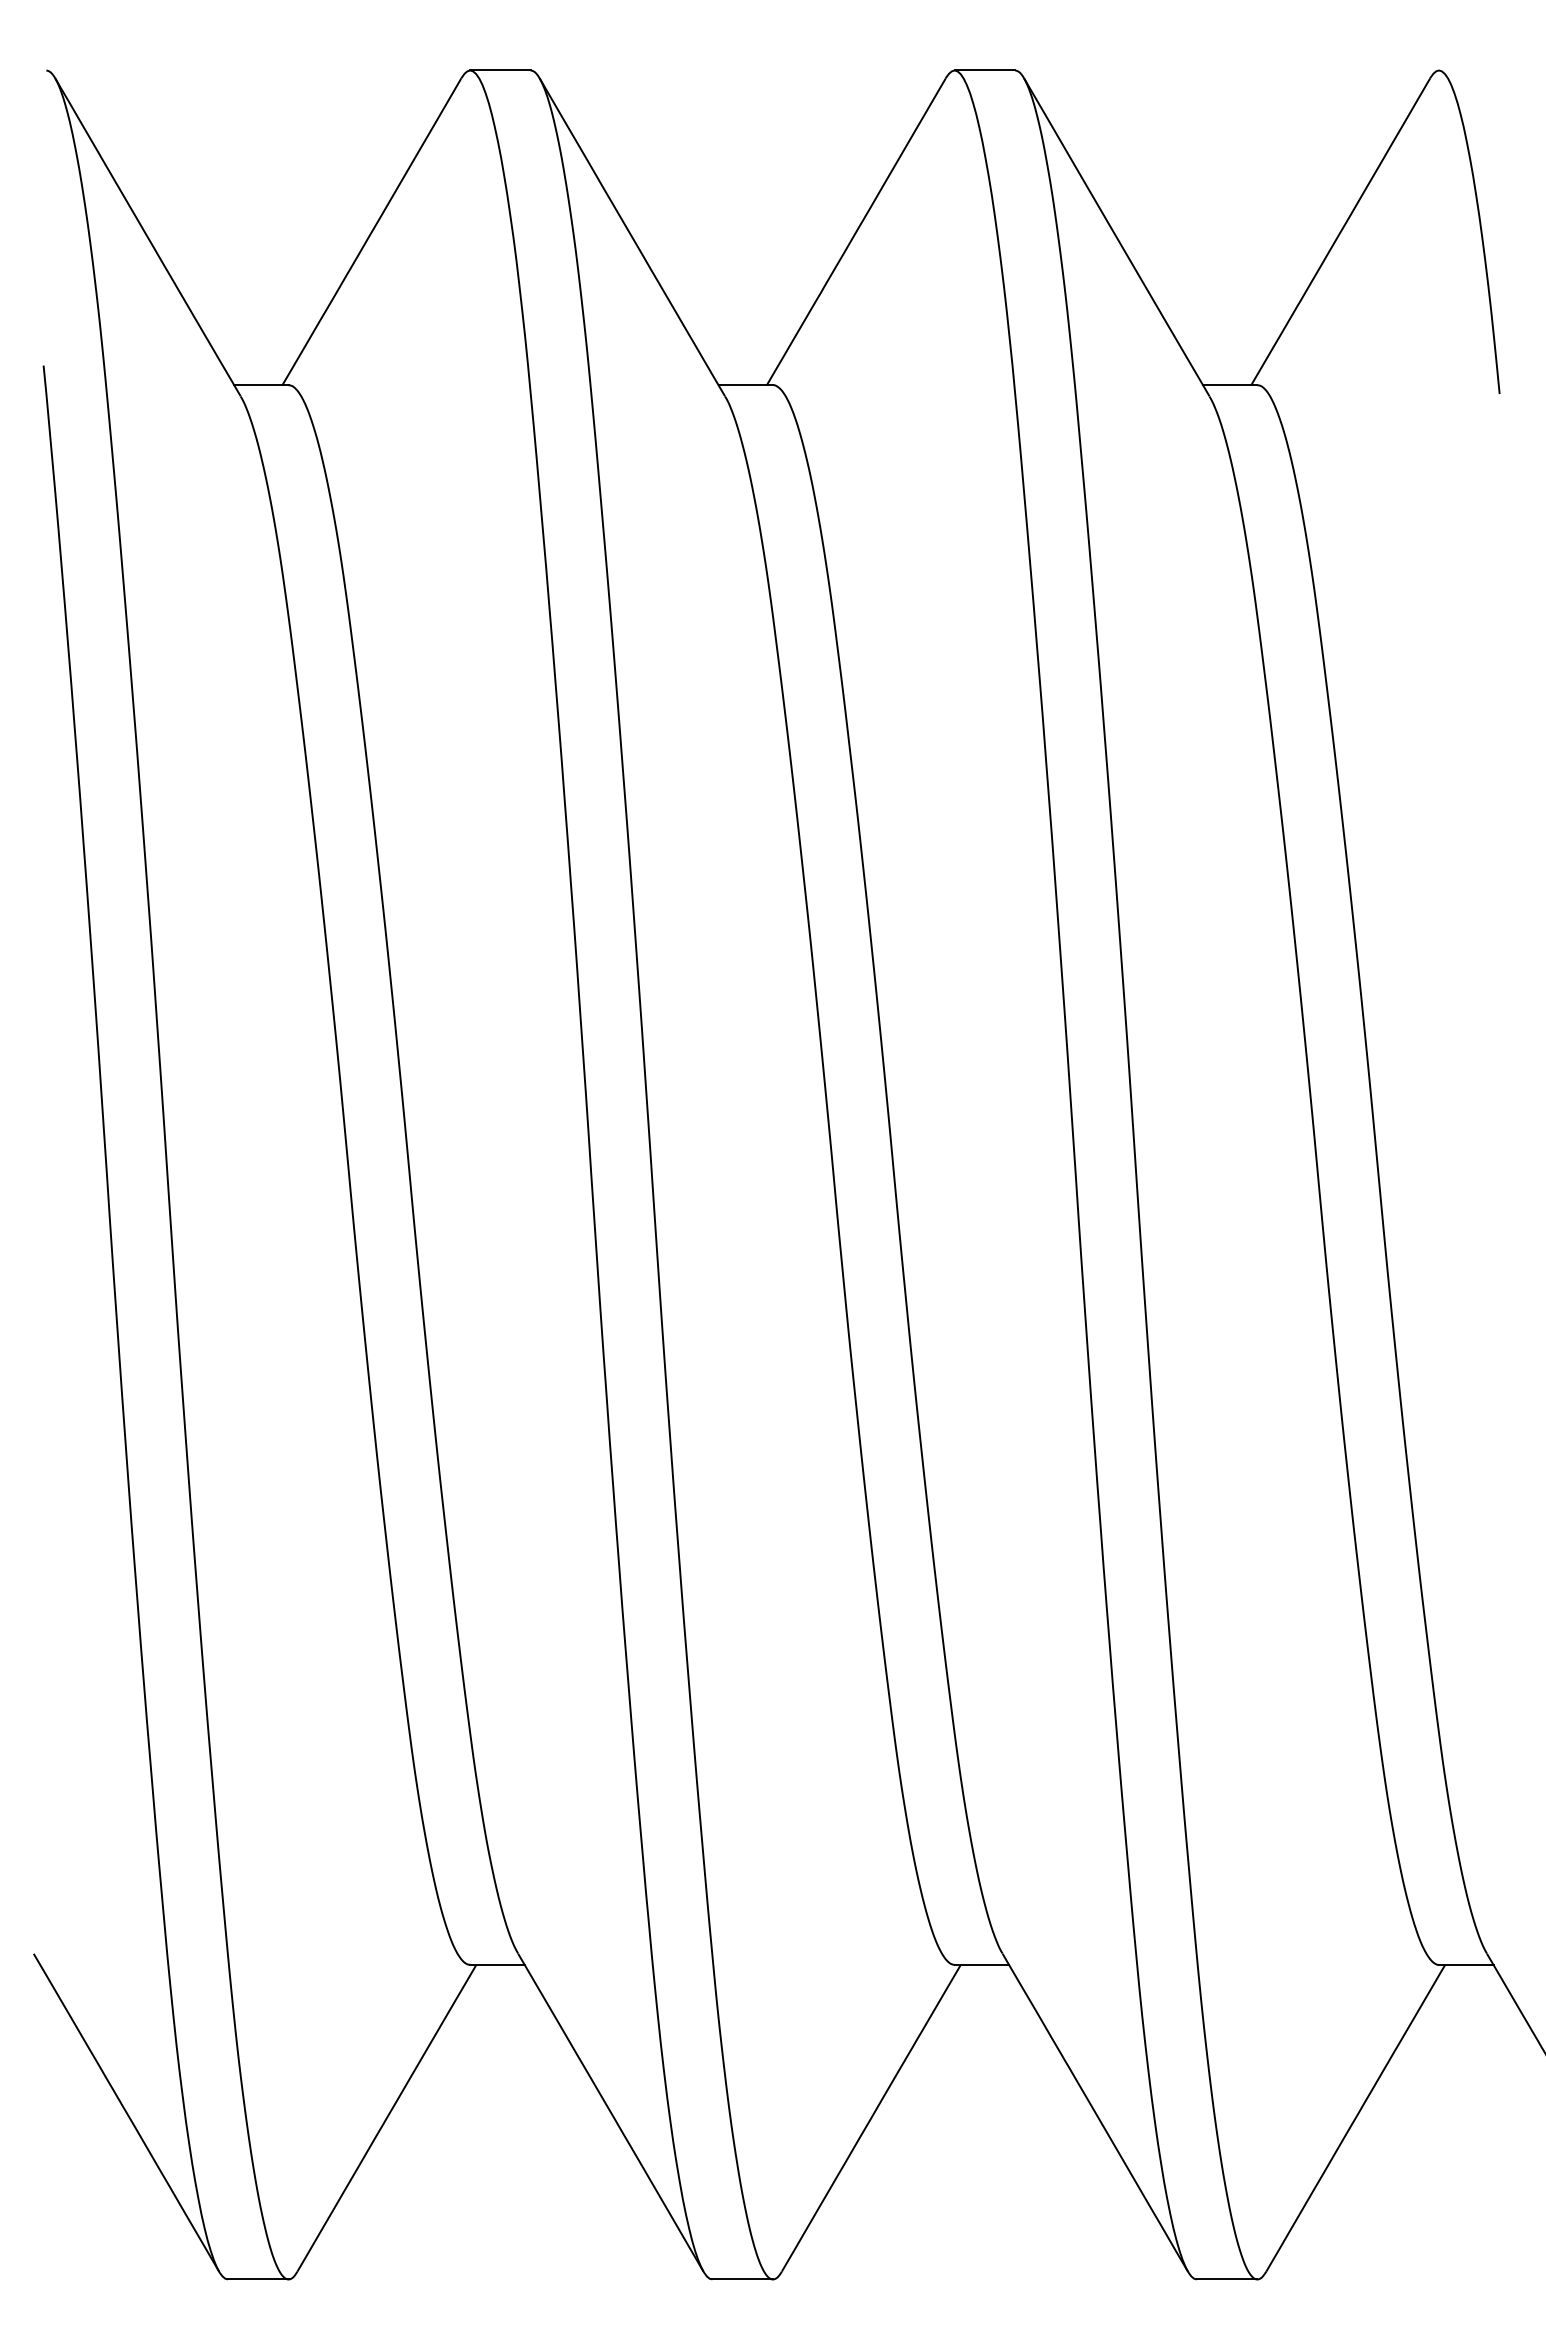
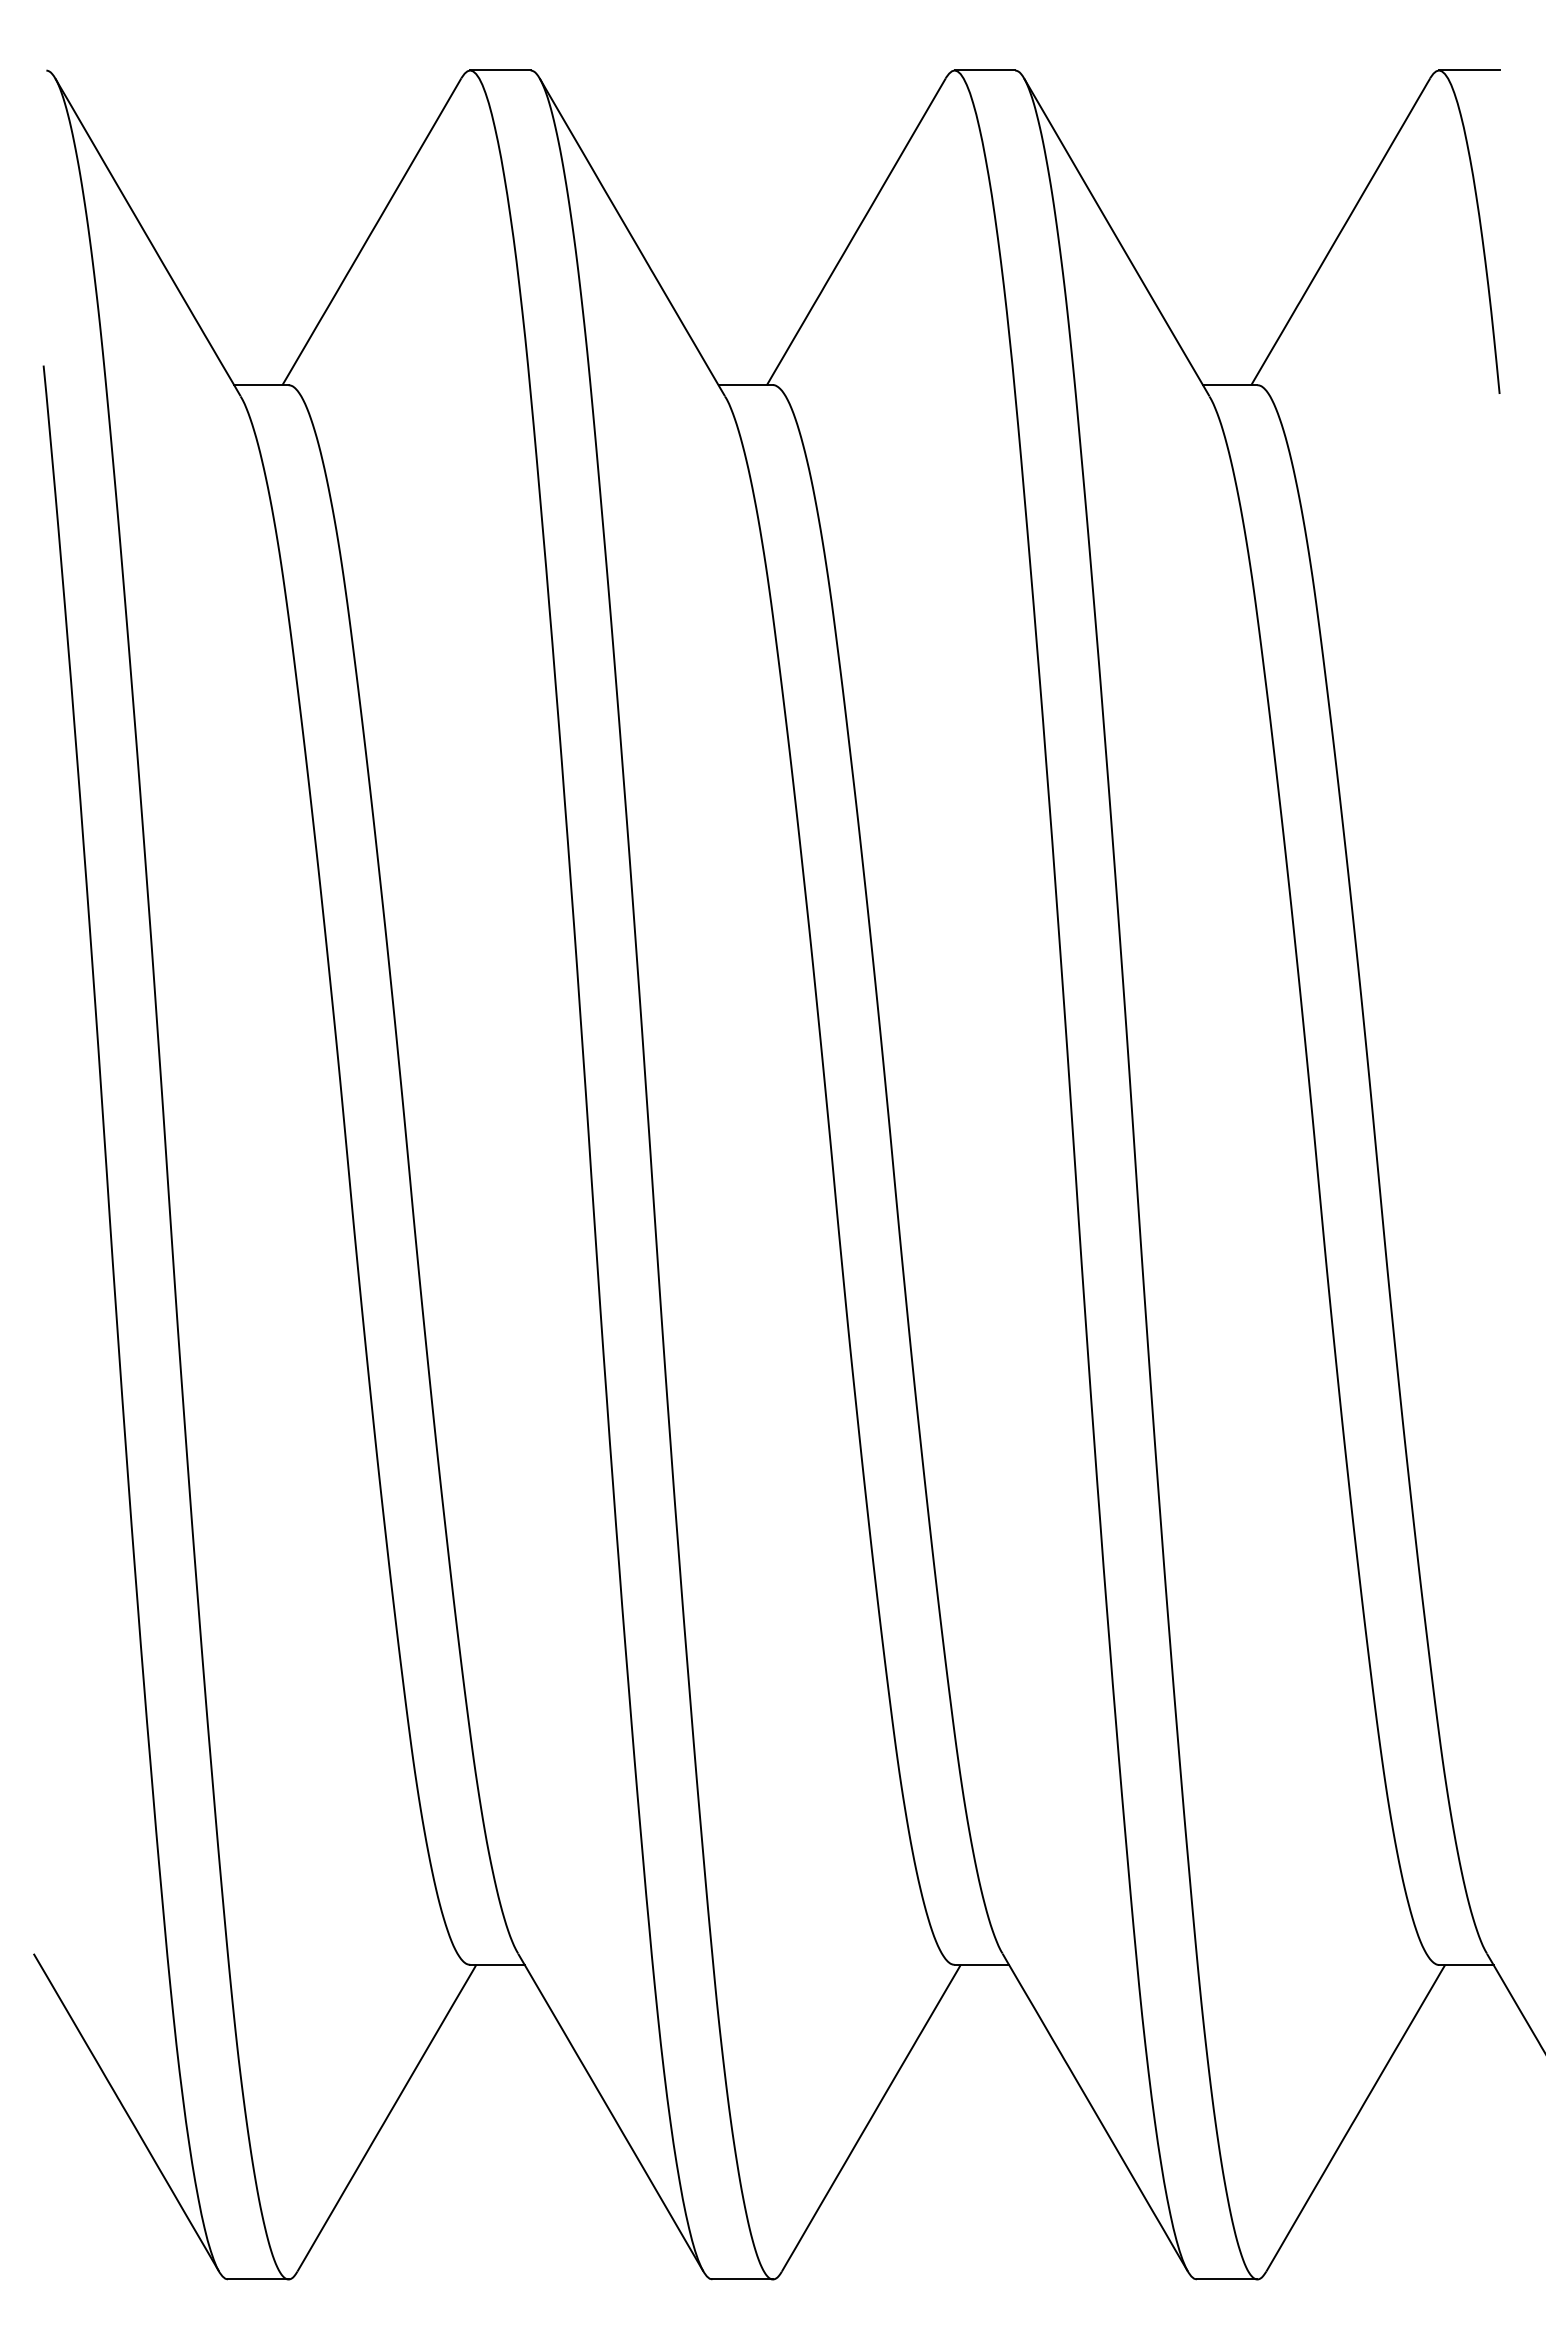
line at (1469, 70): none -> present
